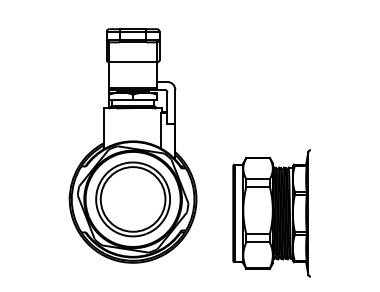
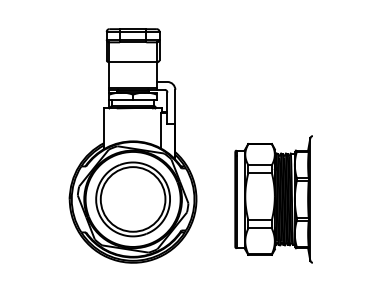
part at (271, 213) position: (271, 213) -> (273, 199)
